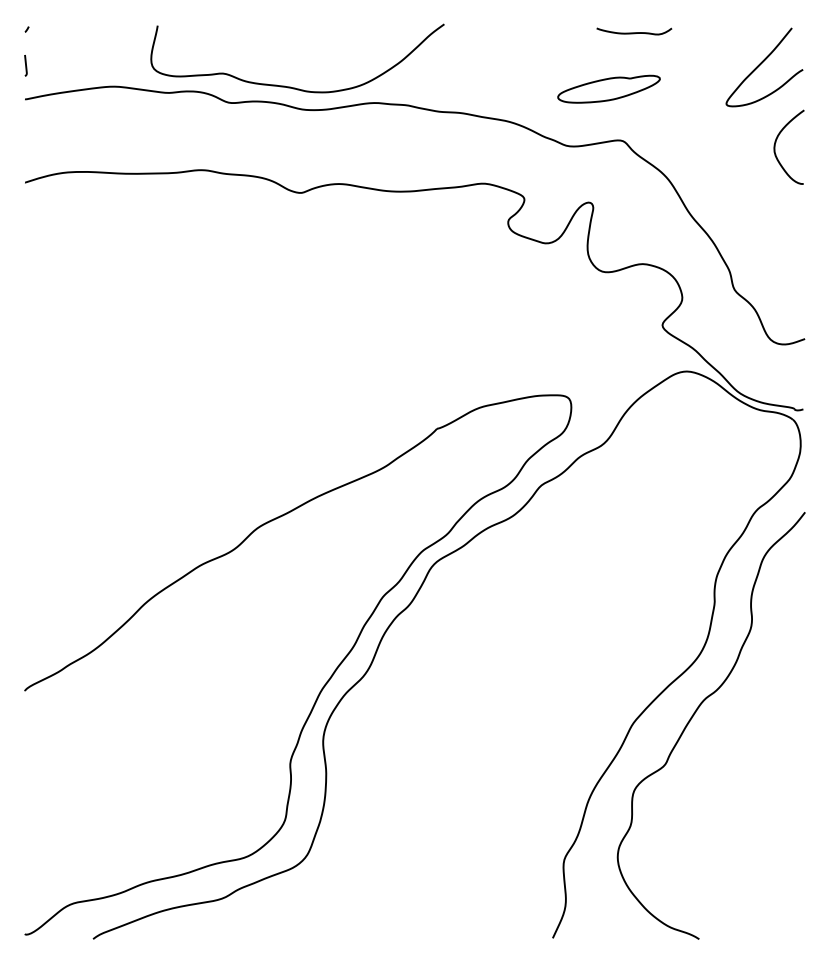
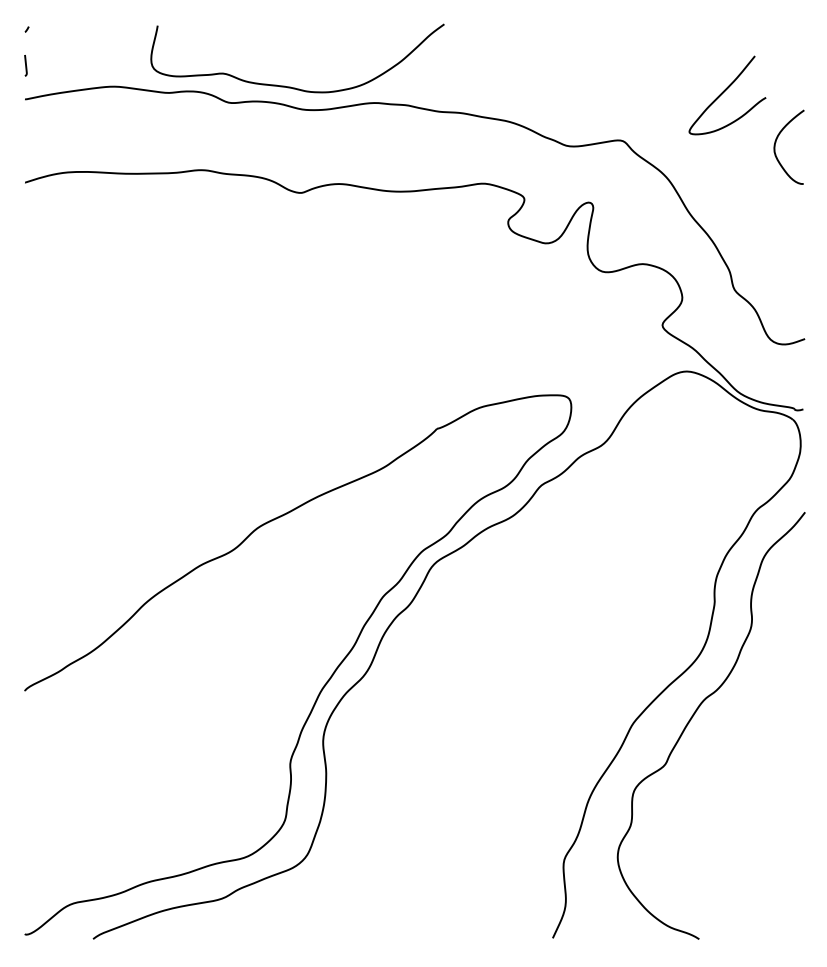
curve at (634, 32): present -> none
curve at (761, 64) position: (761, 64) -> (724, 92)
part at (608, 88): present -> none
